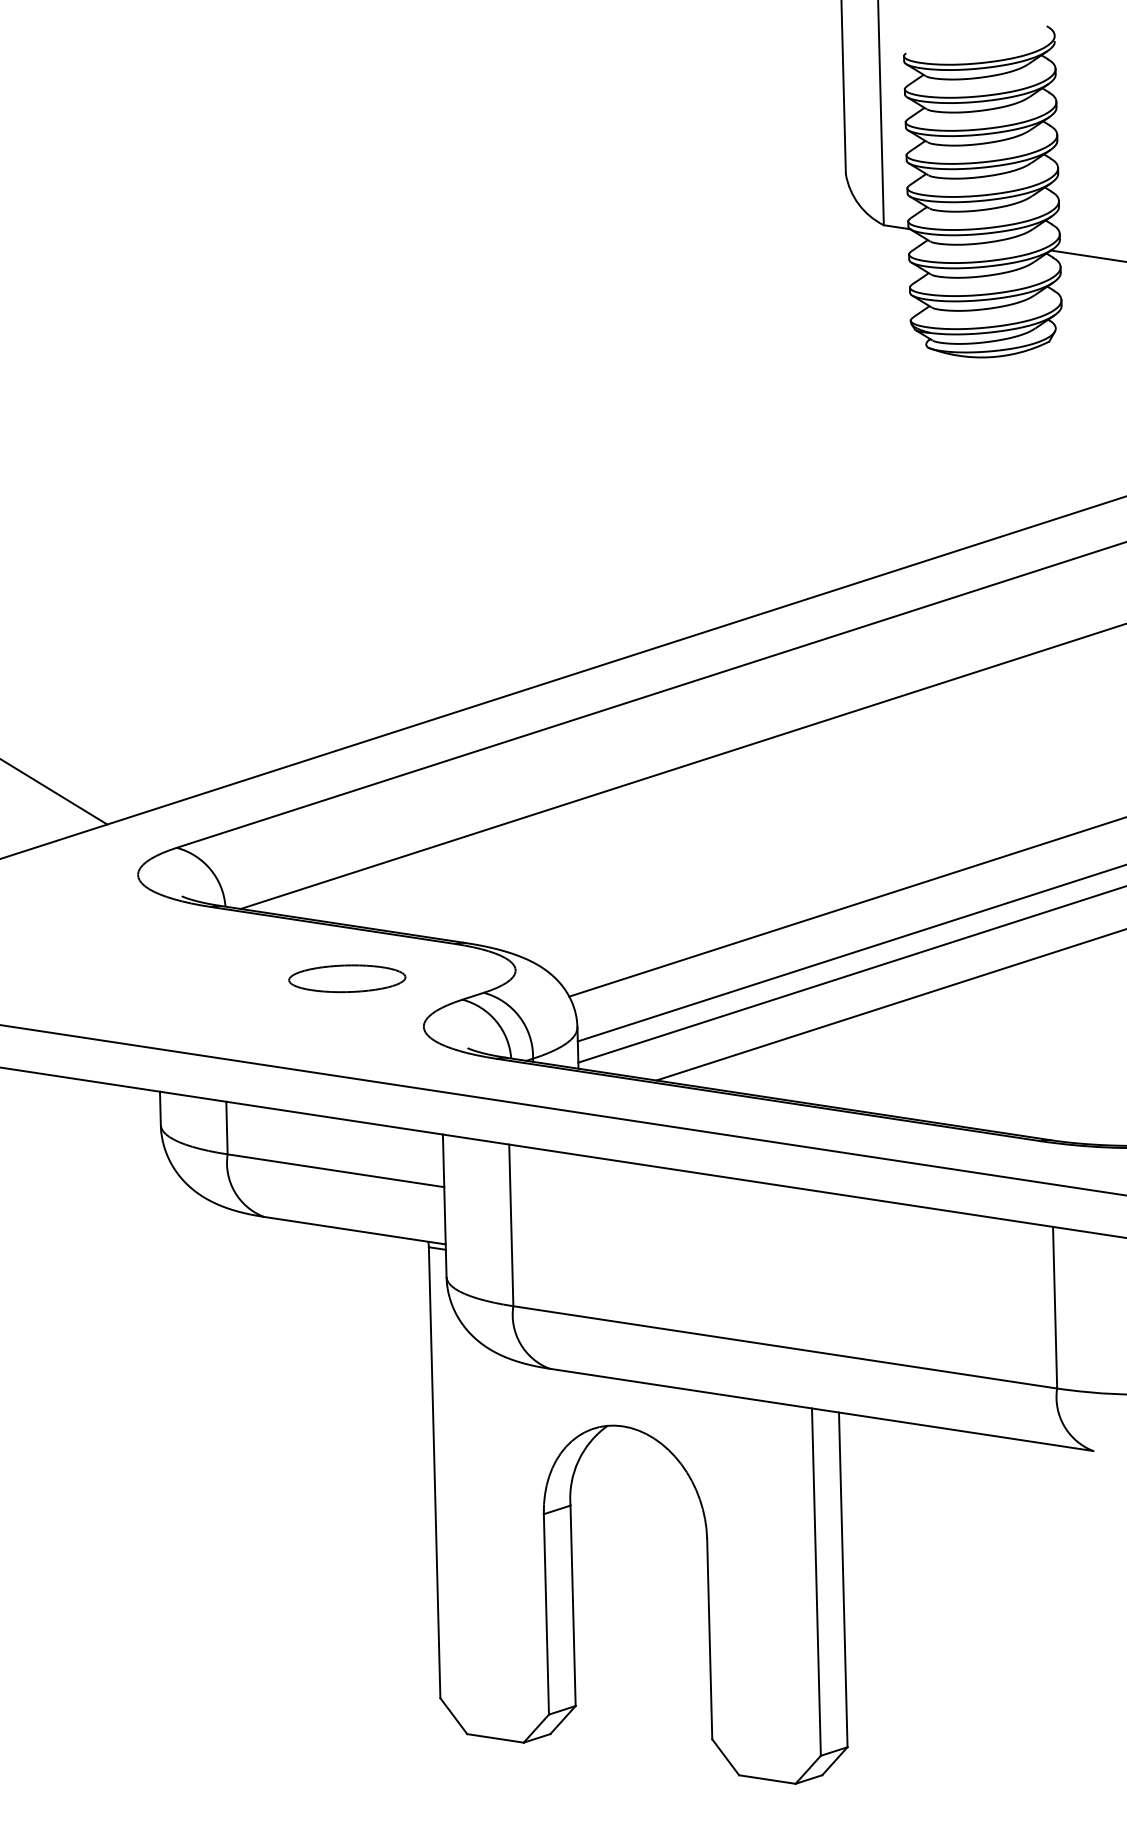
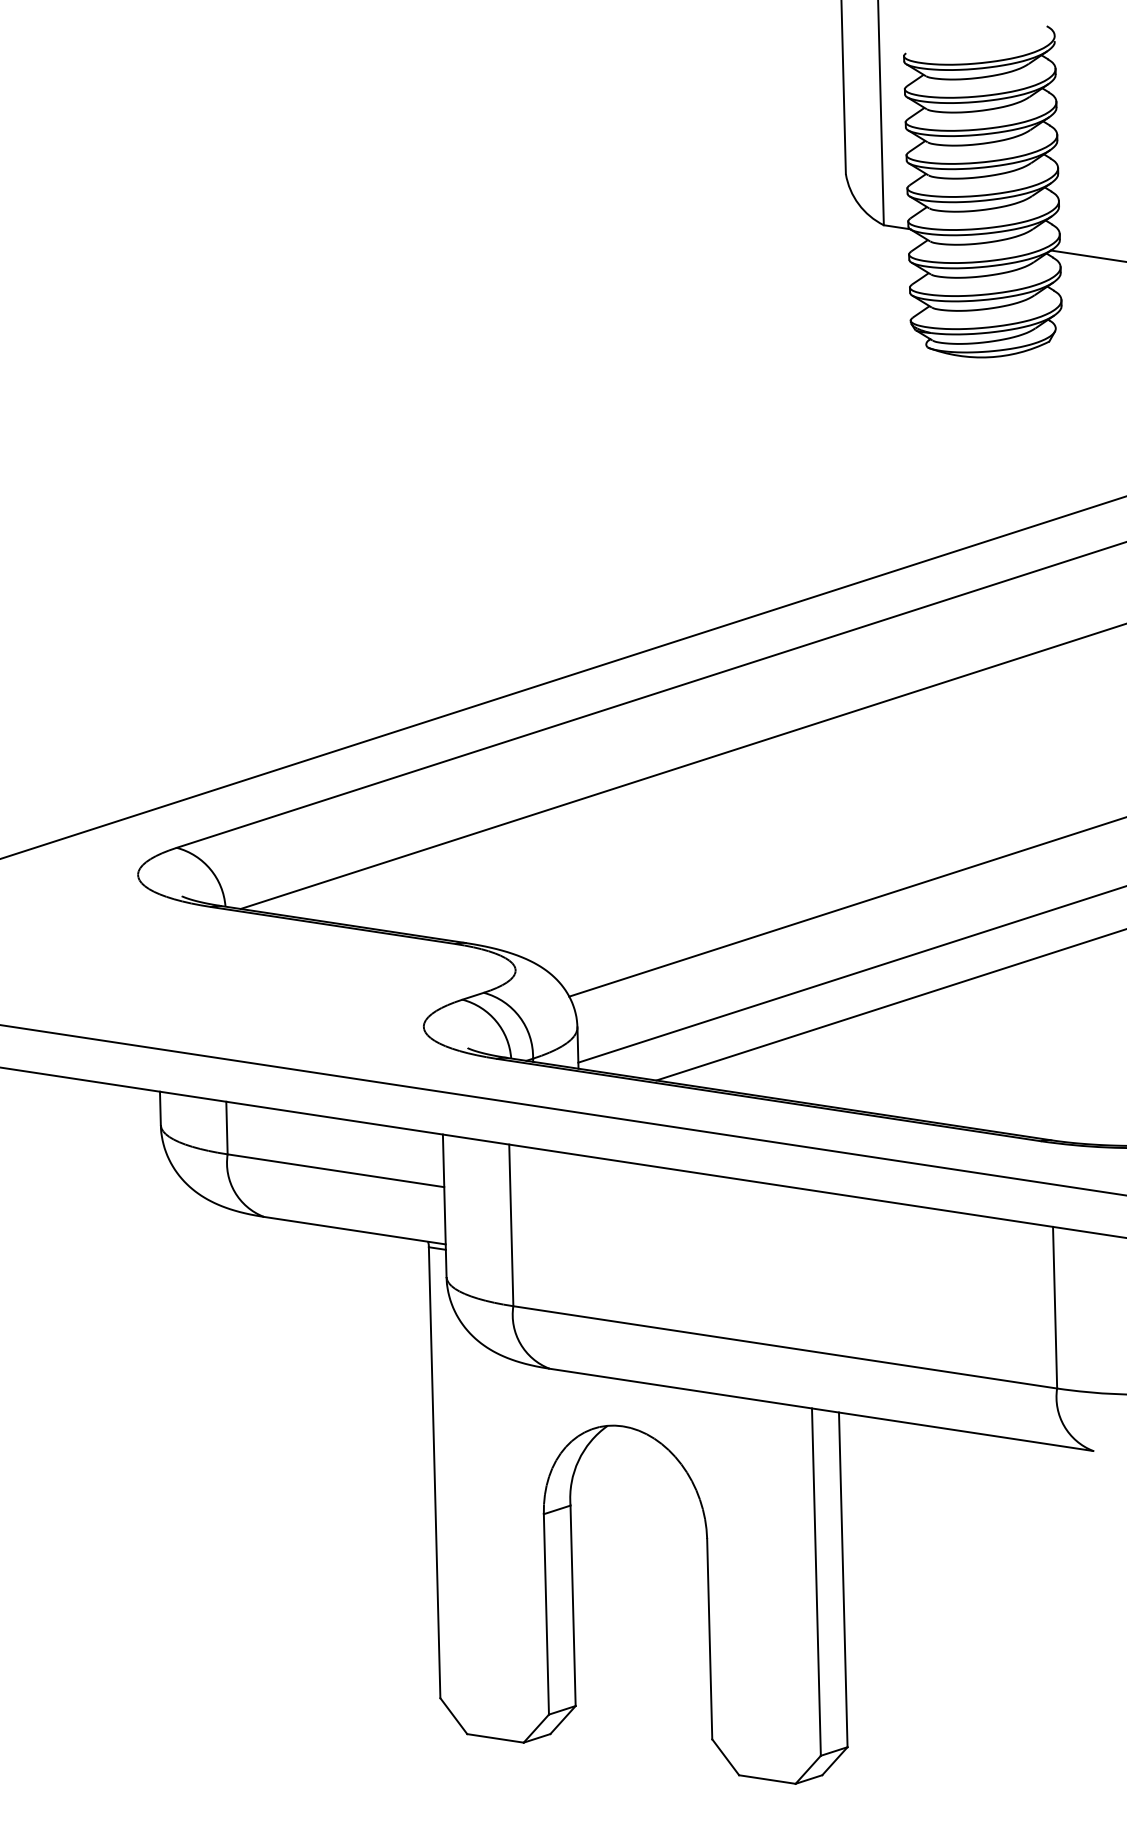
line at (54, 792): present -> none
line at (850, 953): present -> none
part at (347, 978): present -> none
